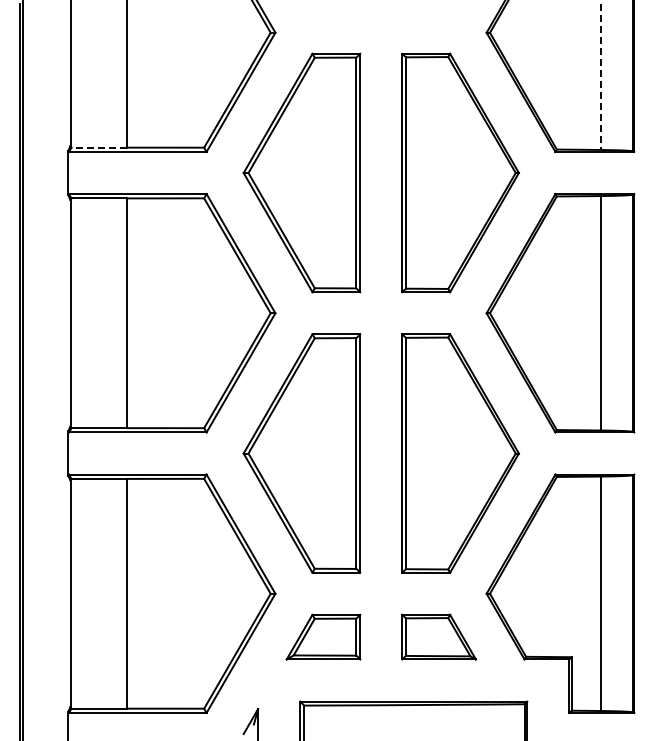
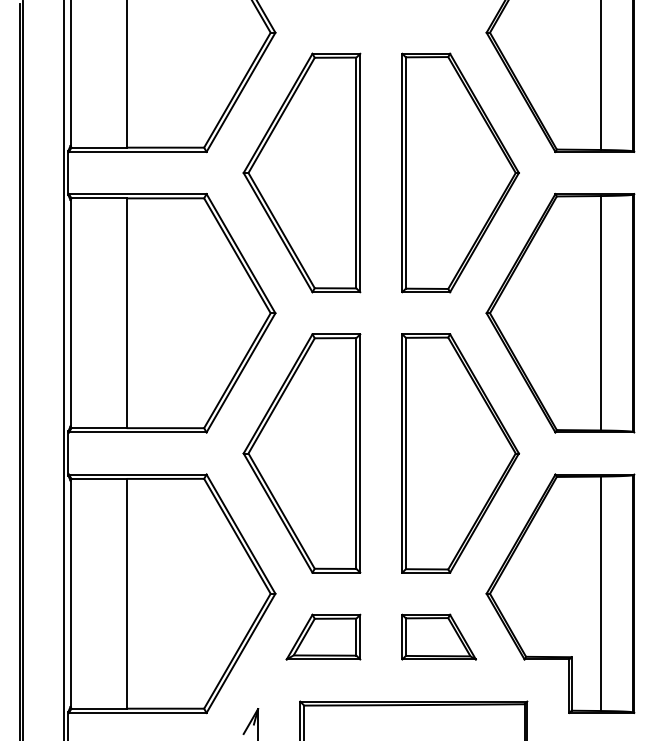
line at (600, 75): dashed -> solid
line at (99, 147): dashed -> solid
line at (63, 369): none -> present
